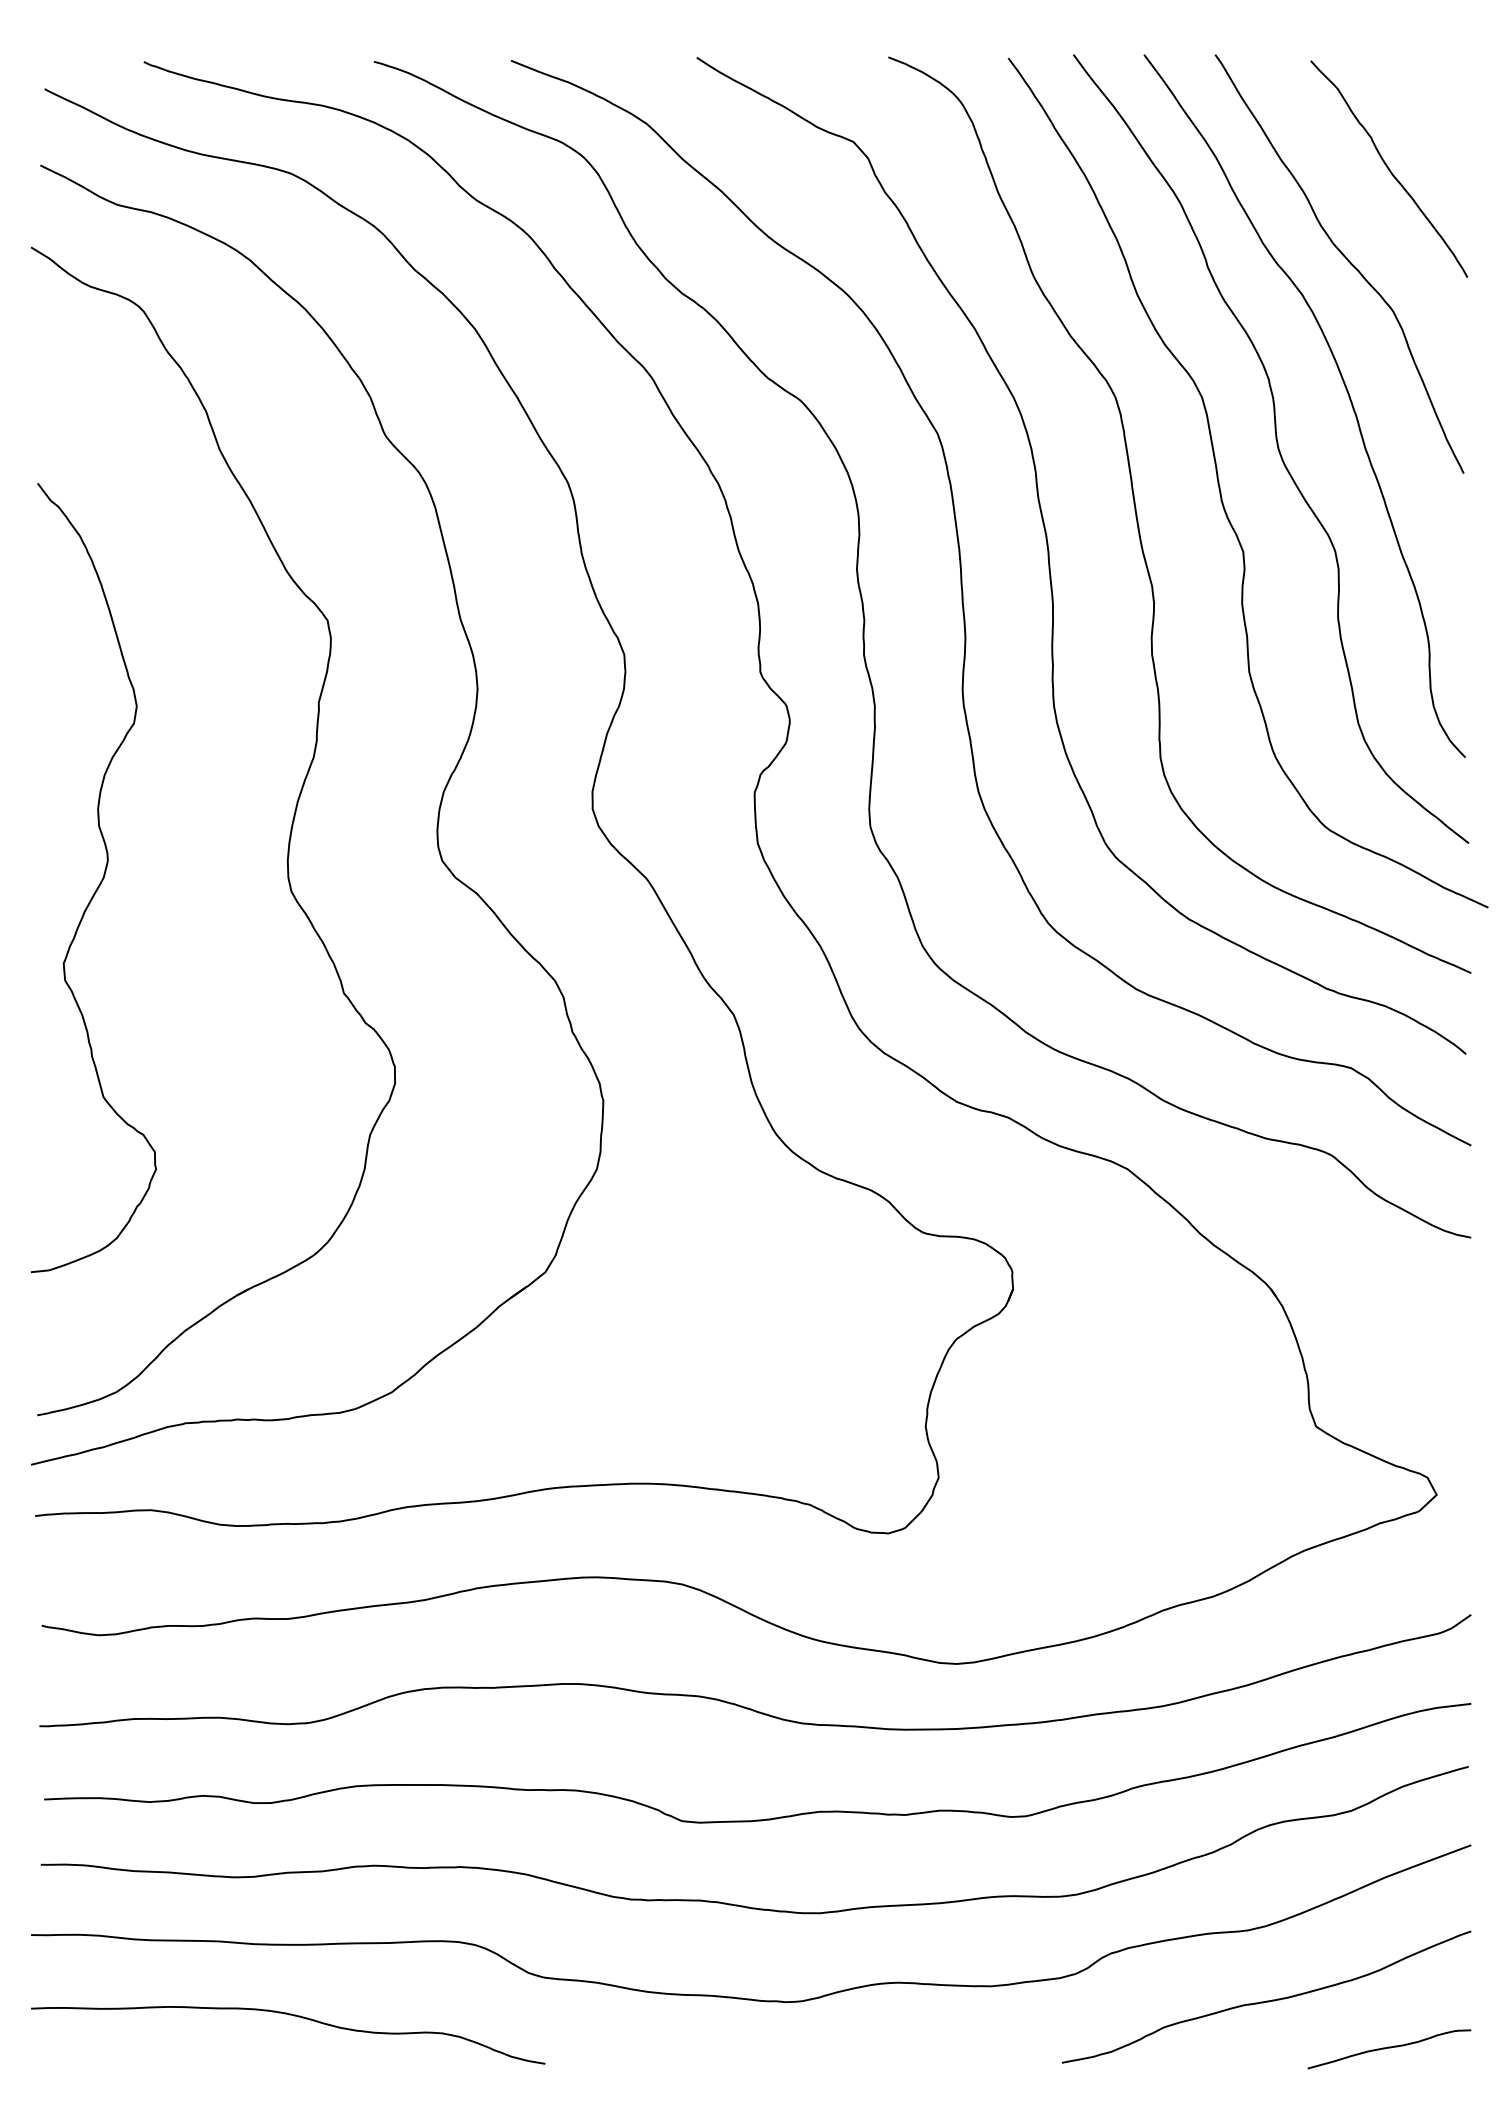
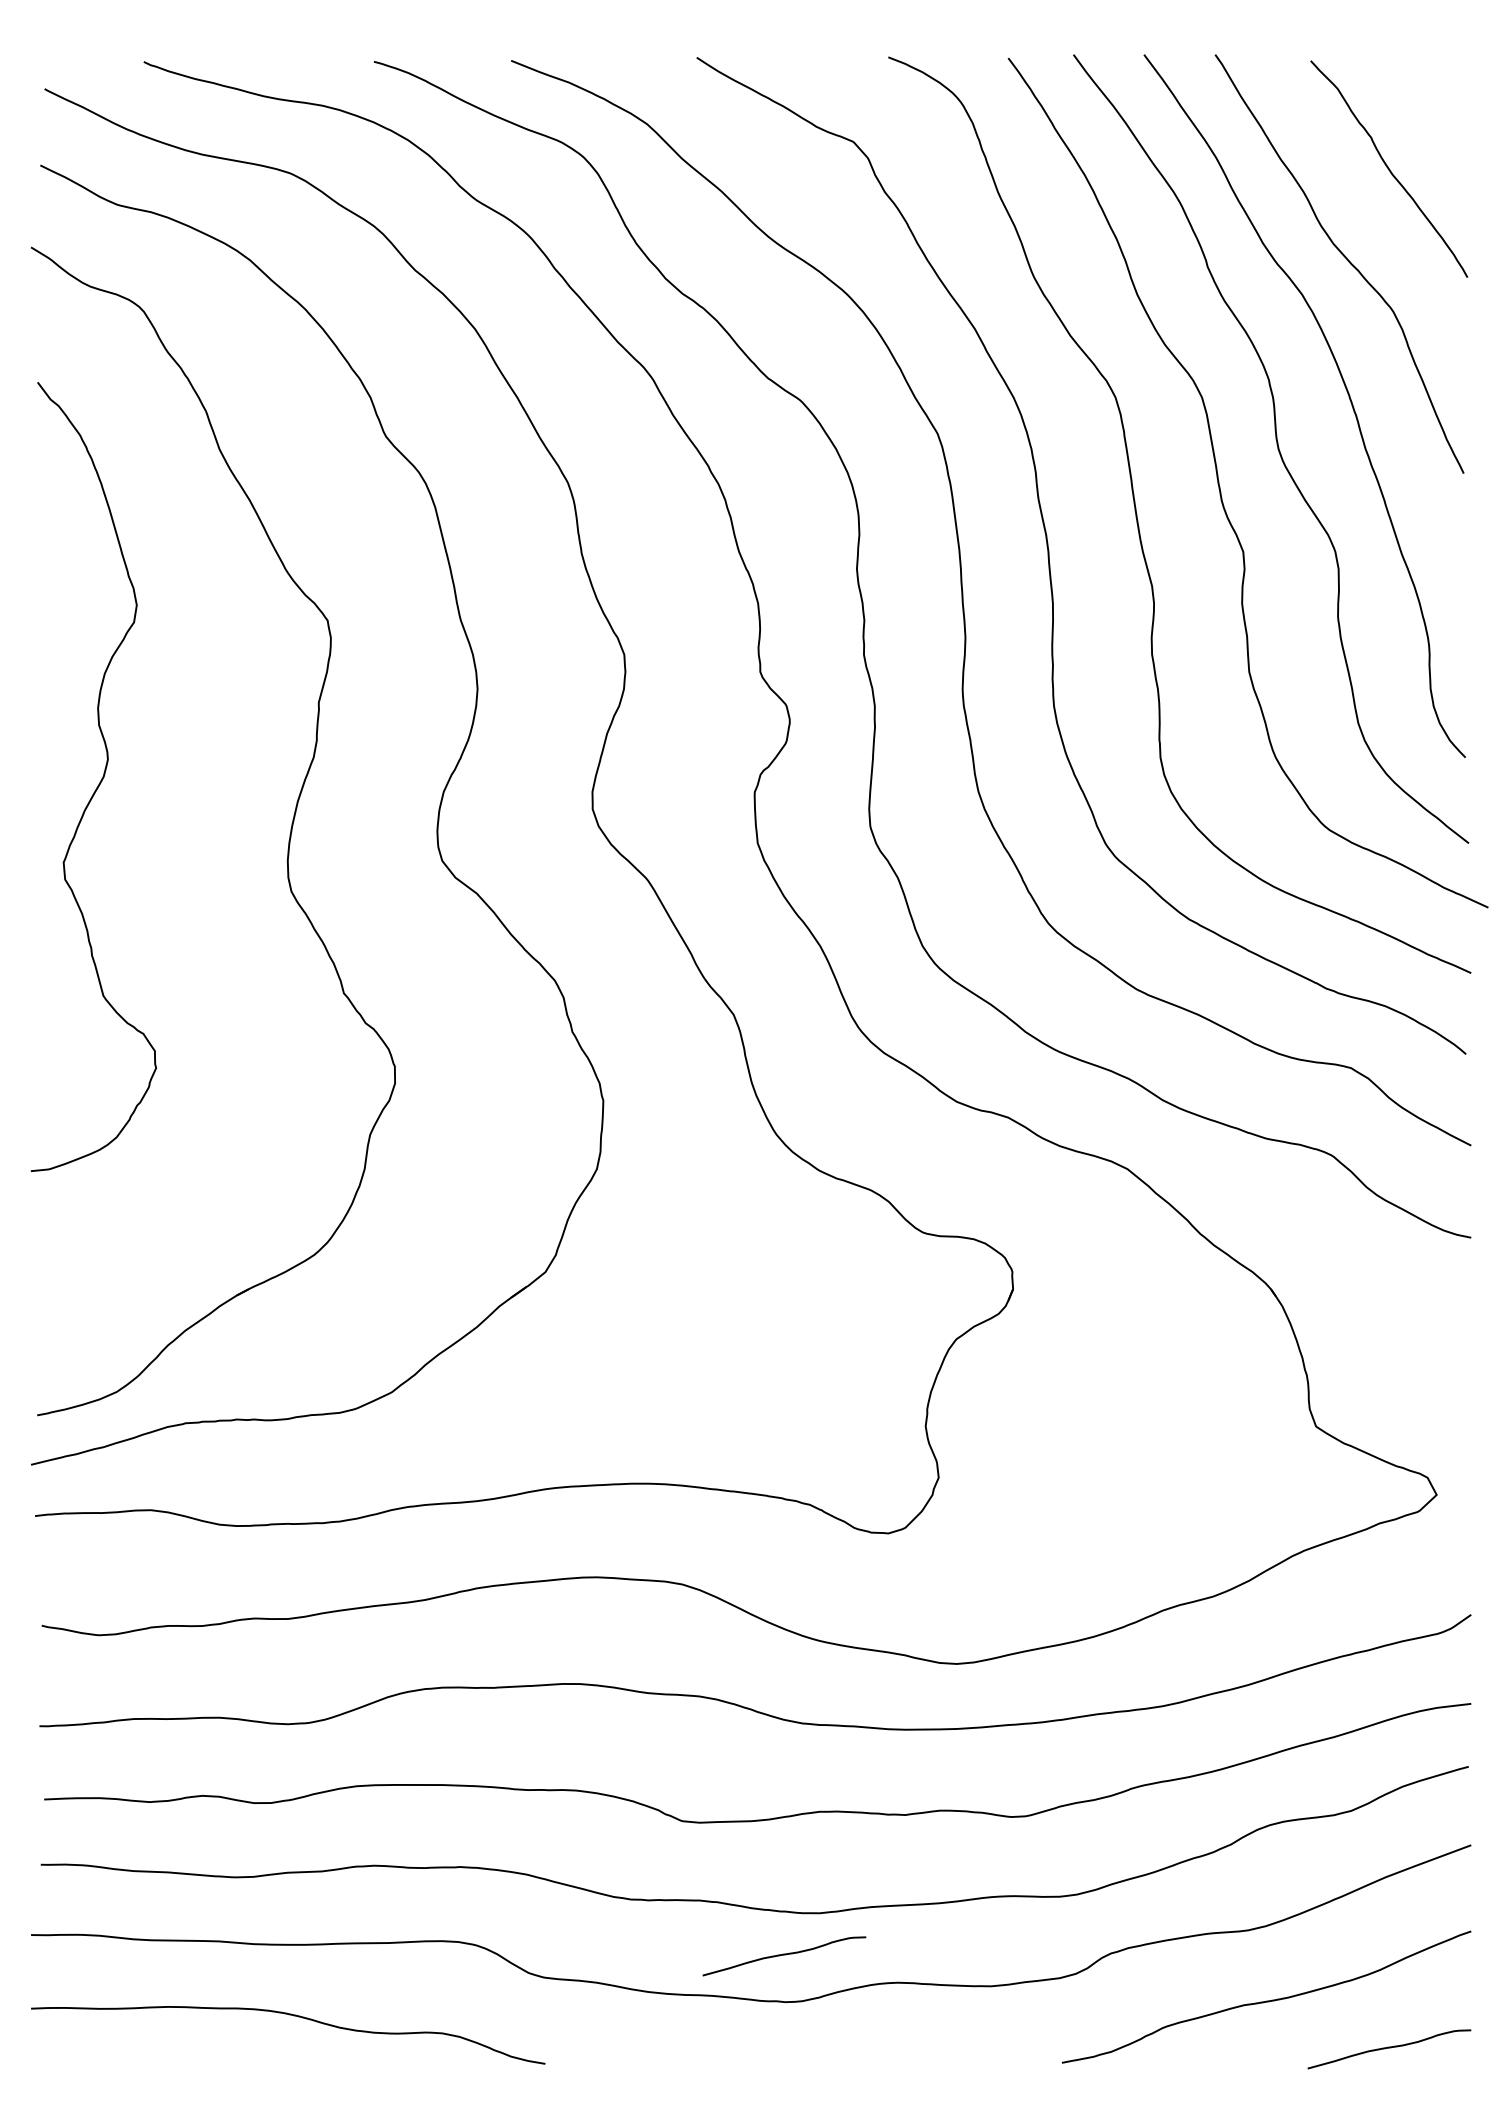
curve at (100, 881) position: (100, 881) -> (100, 780)
curve at (784, 1955): none -> present
